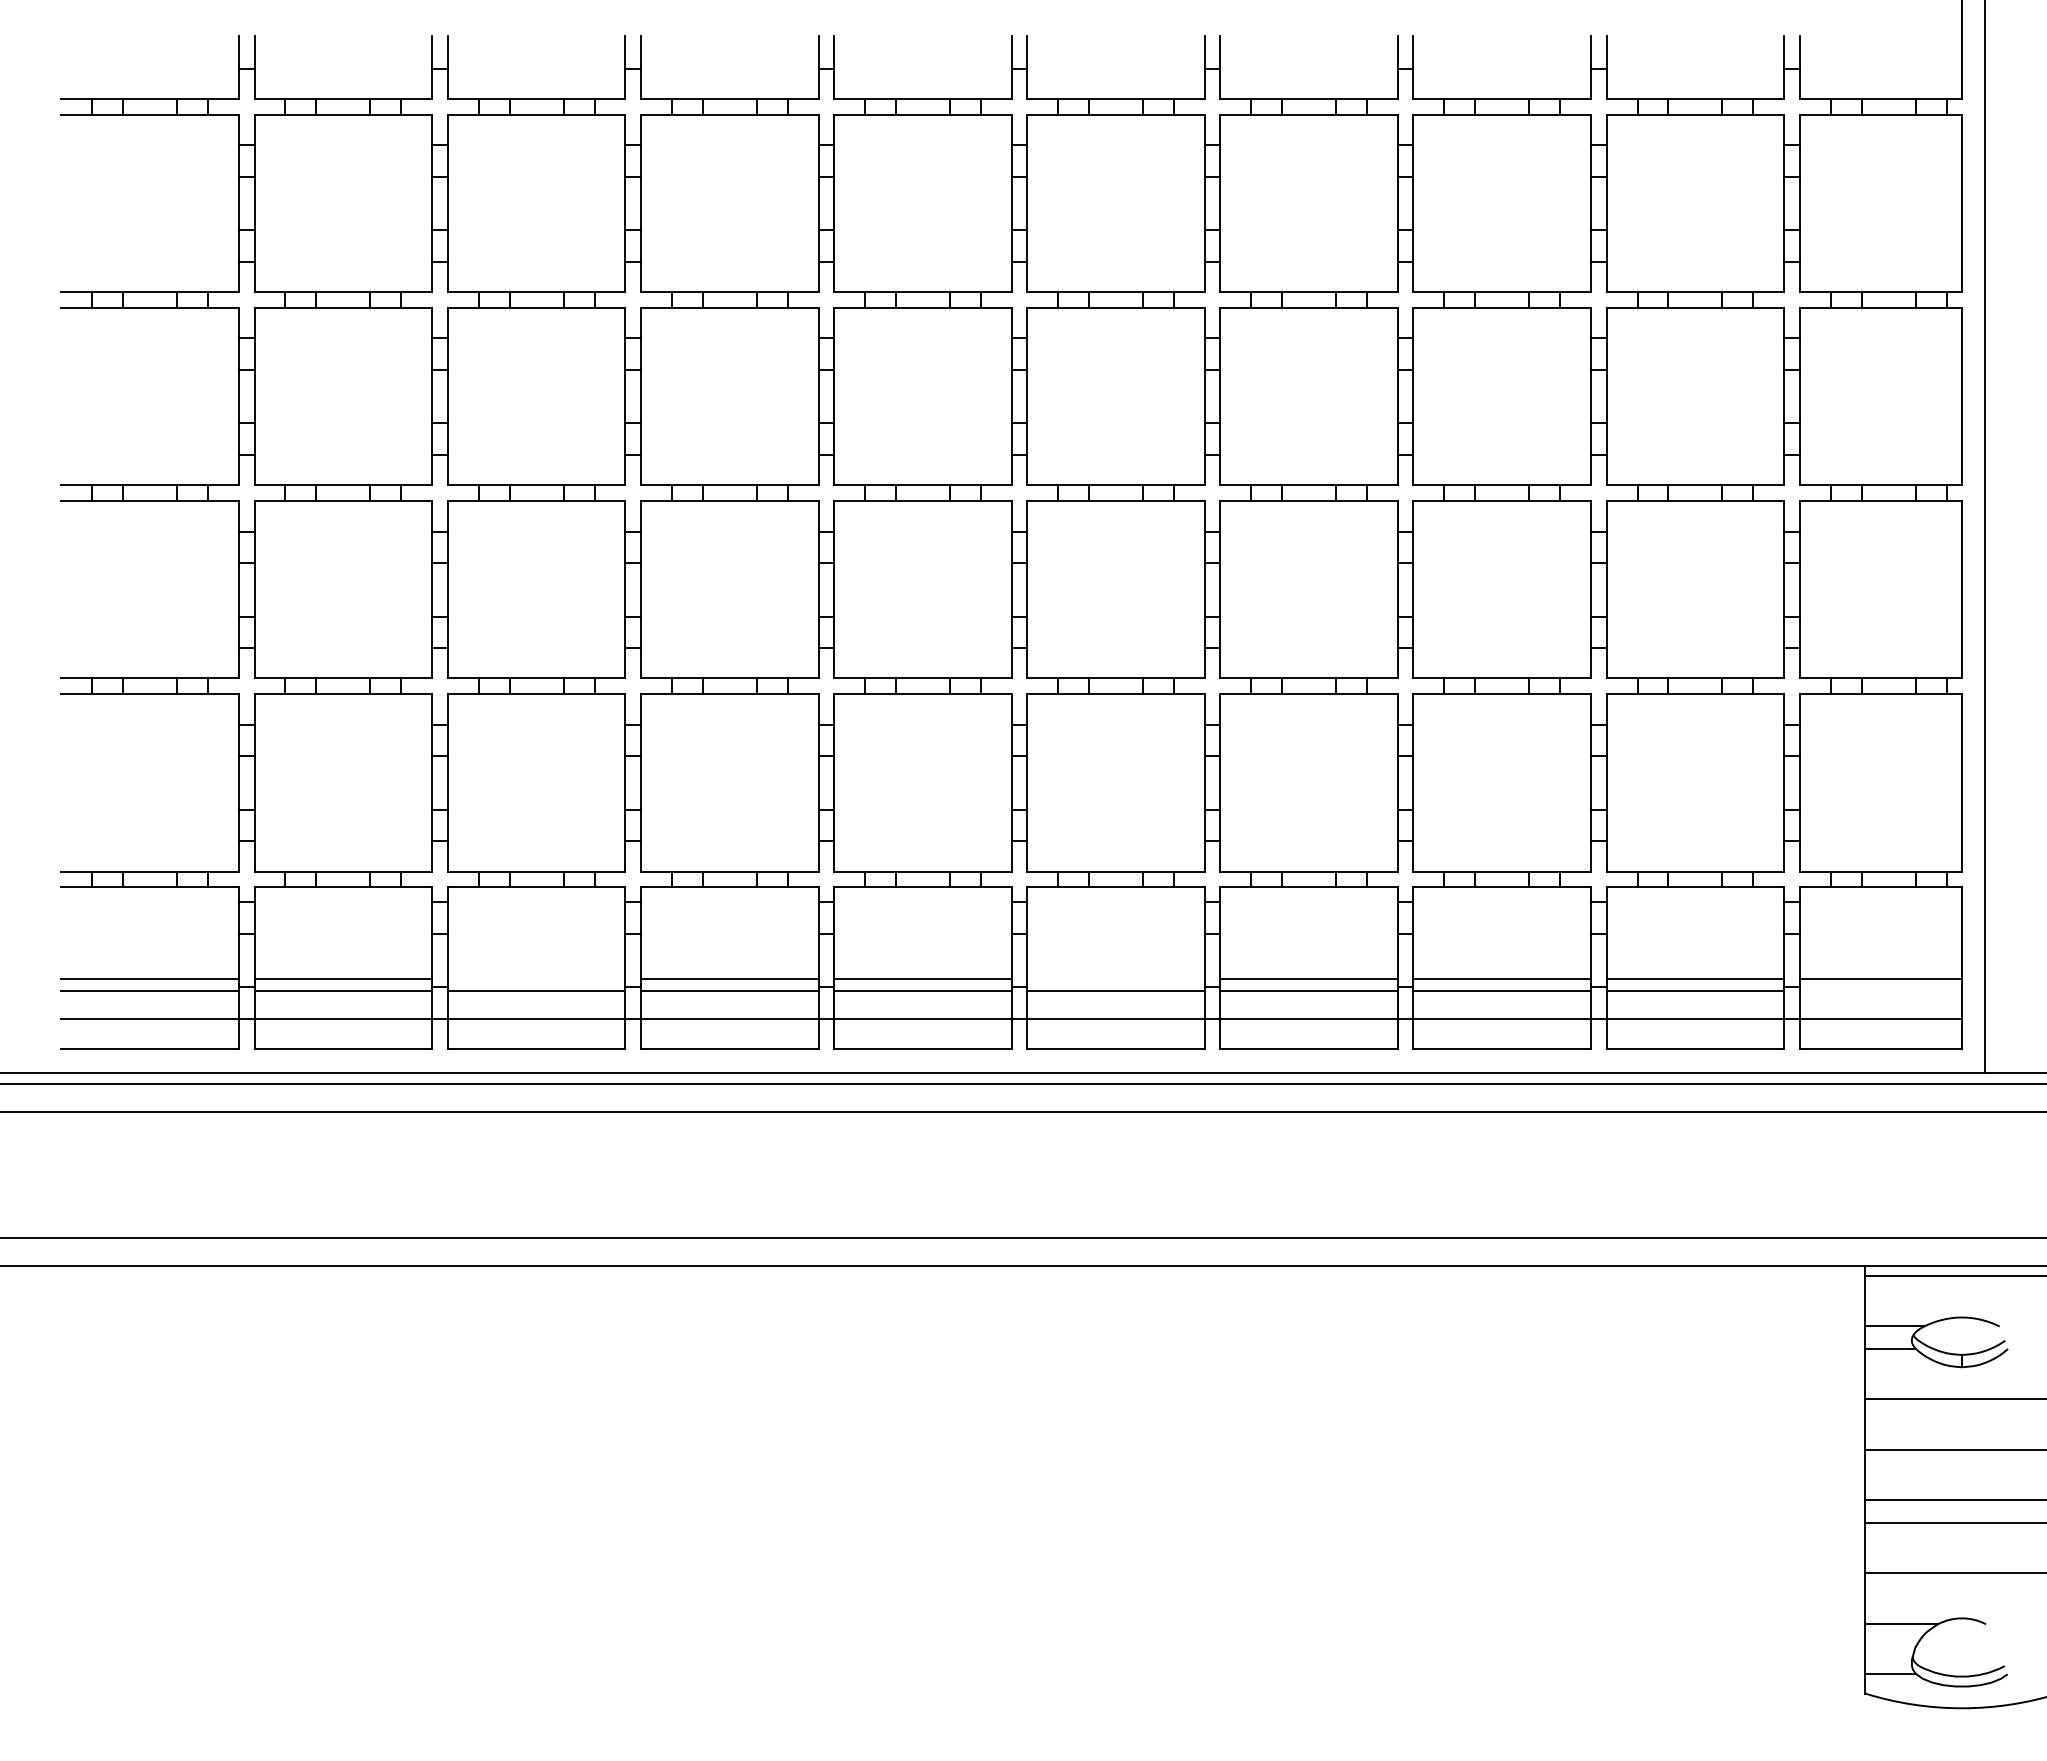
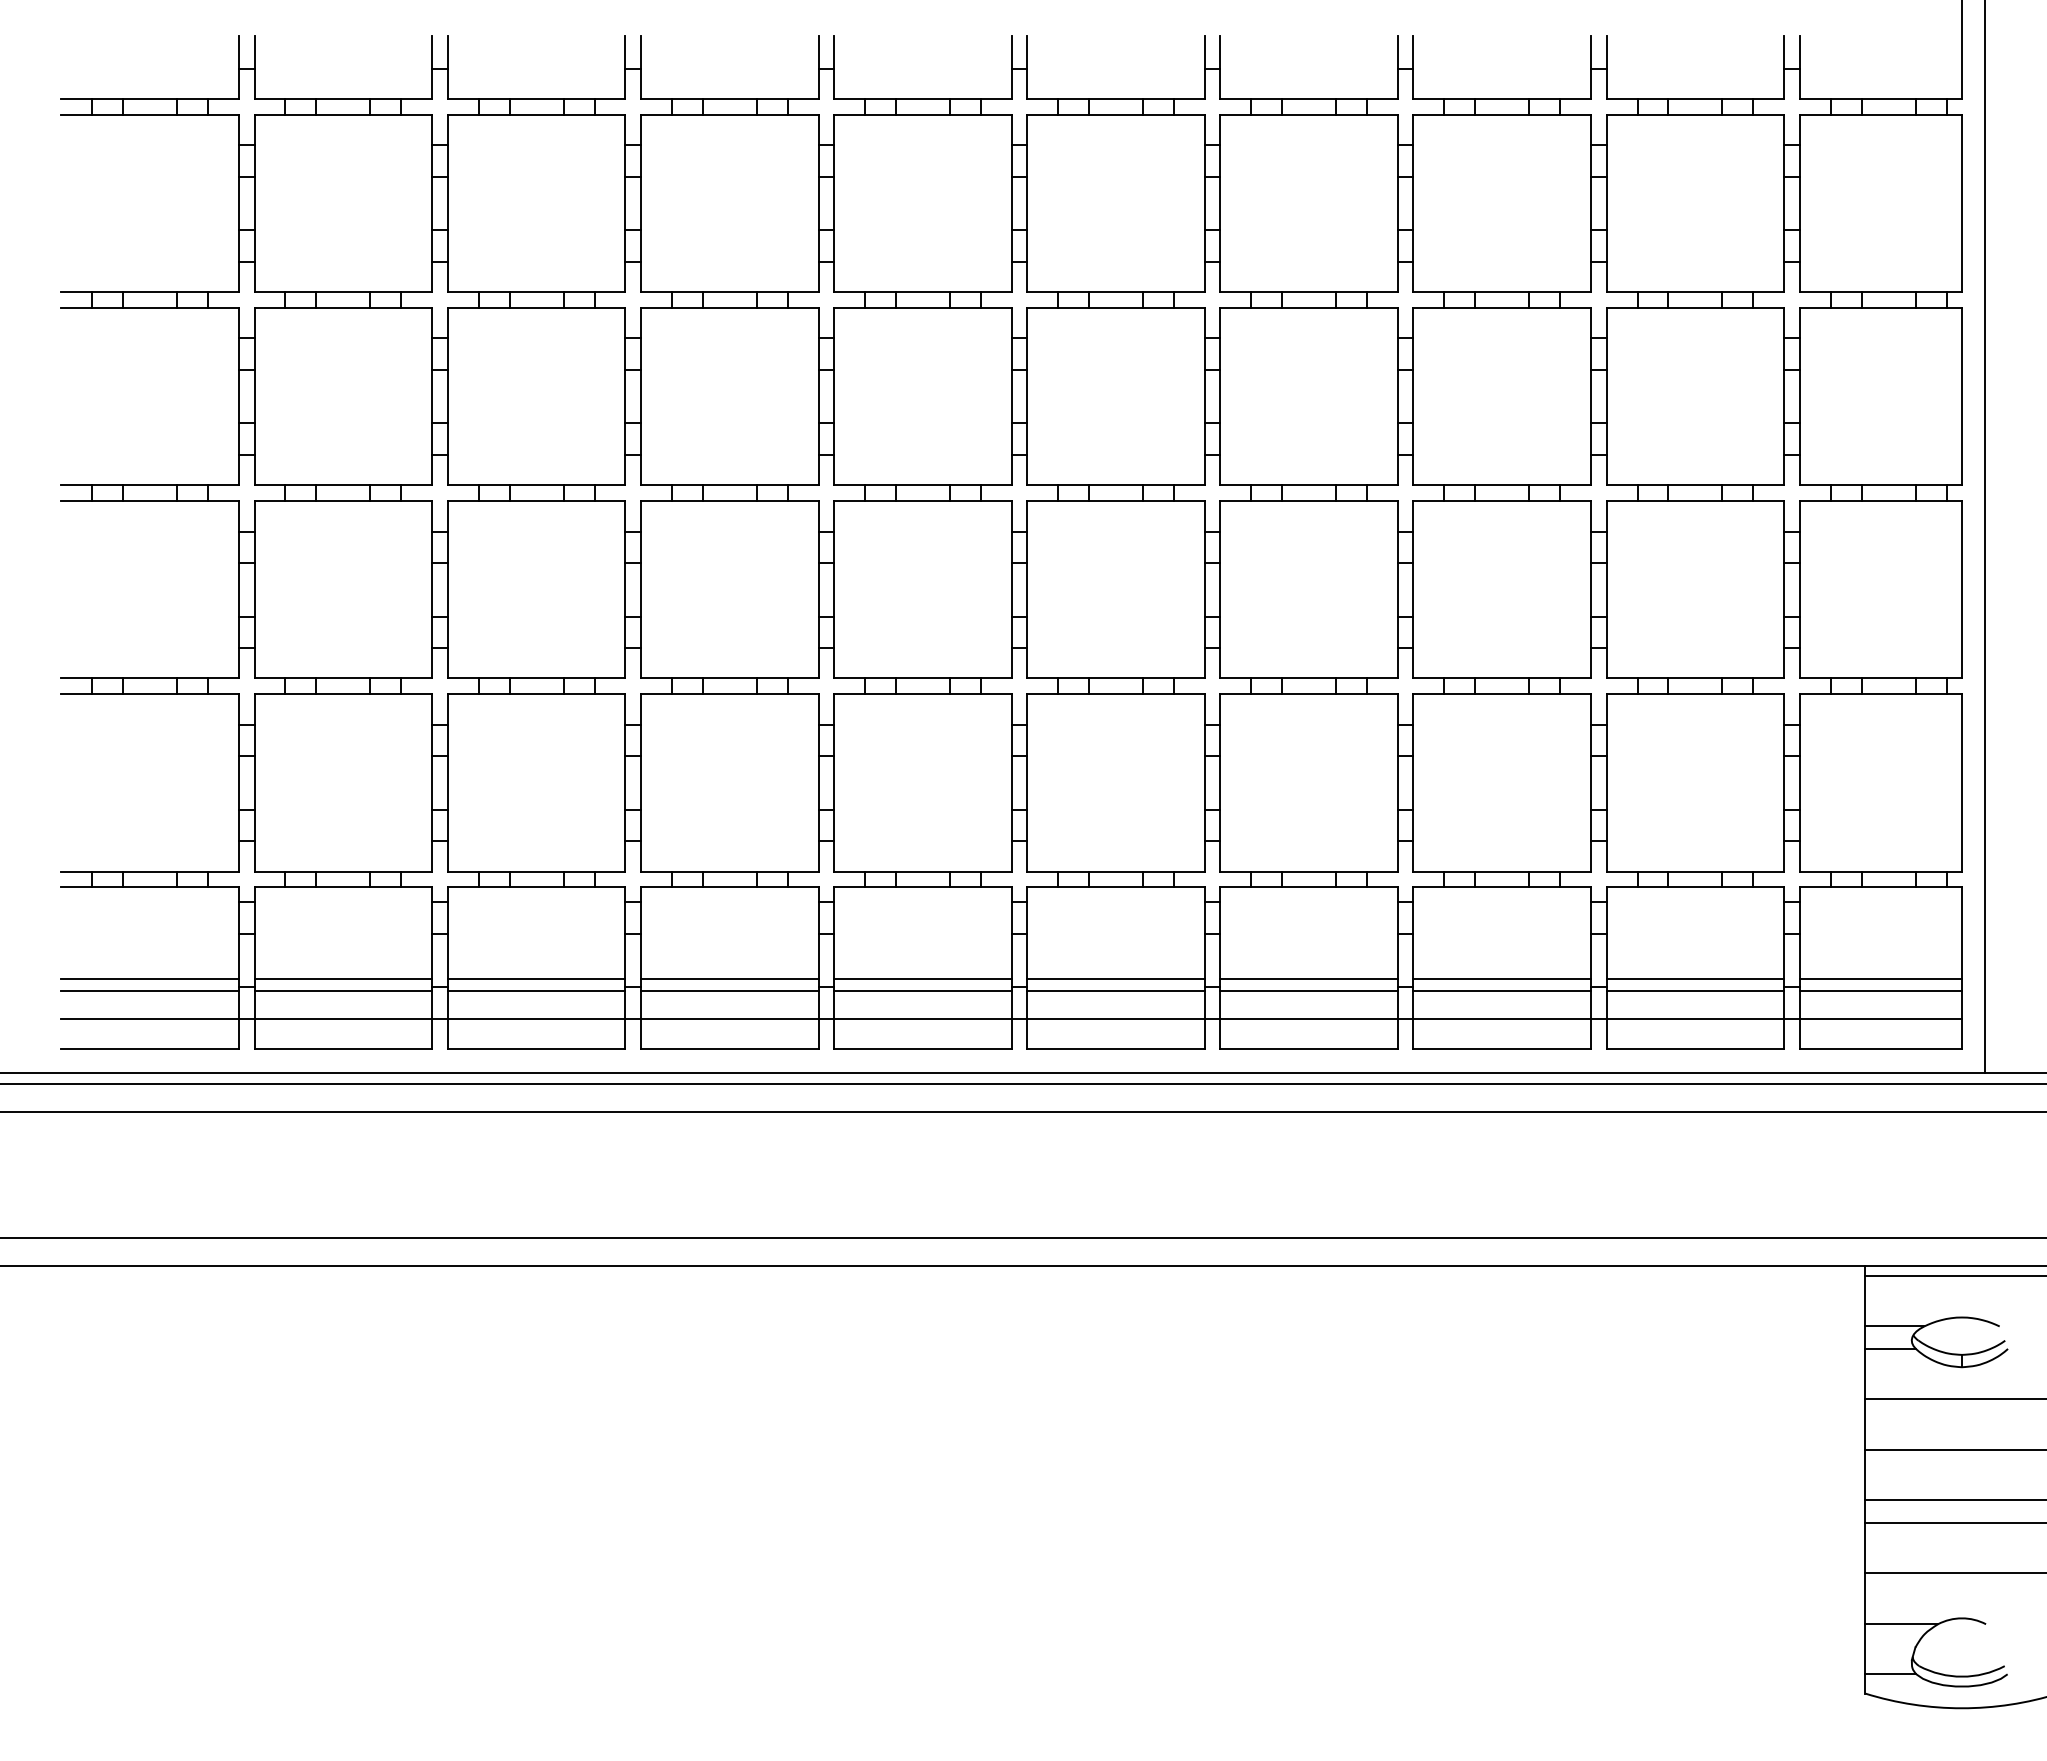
line at (536, 979): none -> present
line at (1115, 979): none -> present
line at (1880, 991): none -> present
